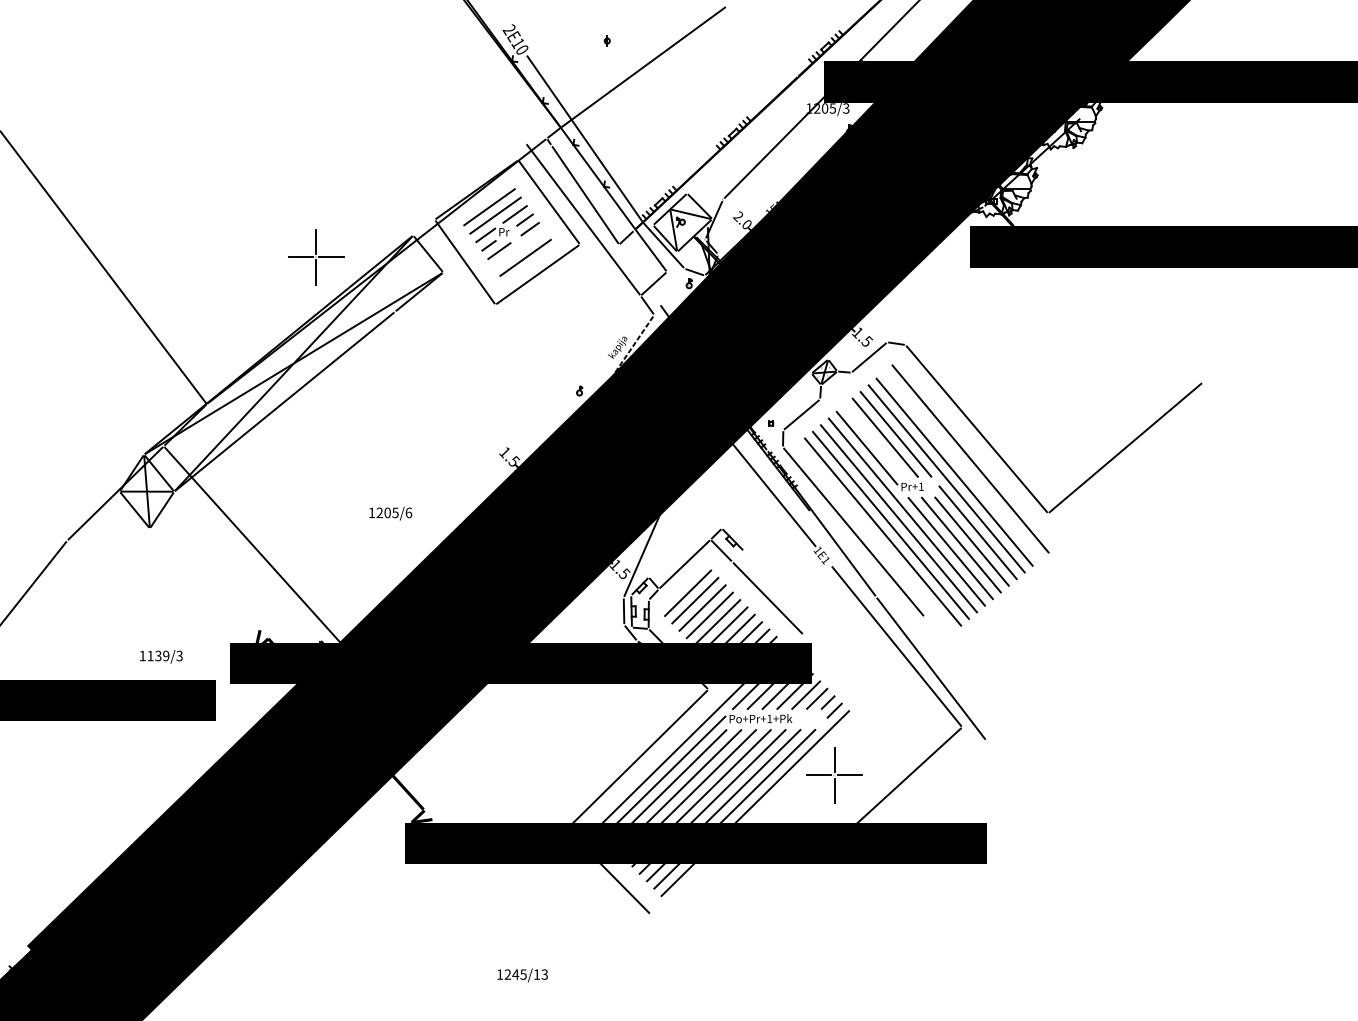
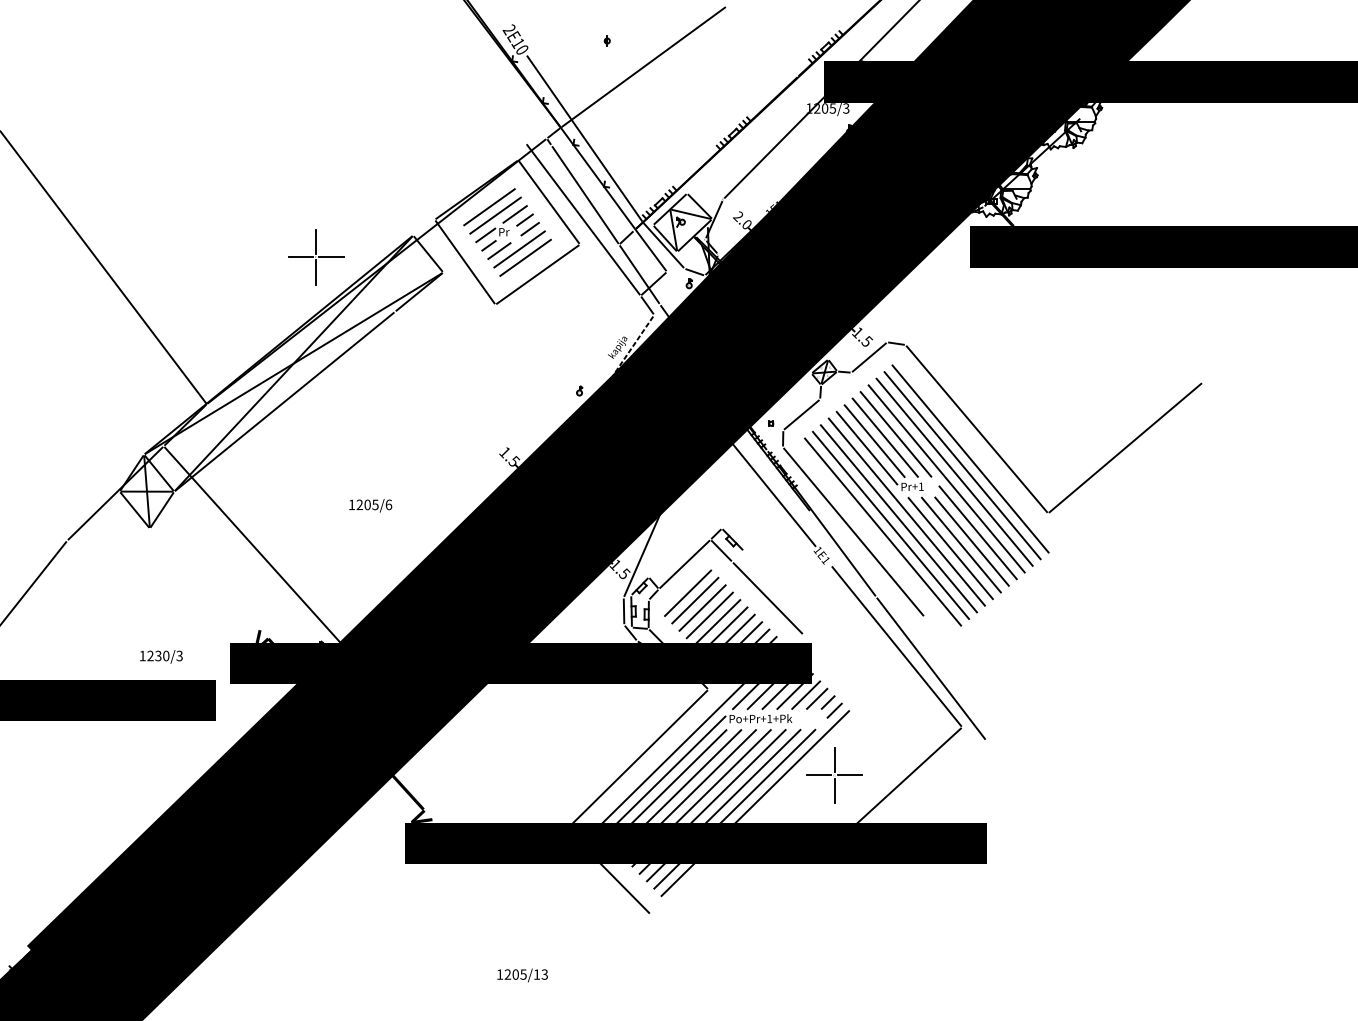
line at (519, 249): none -> present
line at (639, 274): none -> present
line at (874, 441): none -> present
line at (962, 465): none -> present
text at (390, 513) position: (390, 513) -> (370, 505)
text at (158, 655): 1139/3 -> 1230/3
text at (515, 974): 1245/13 -> 1205/13
